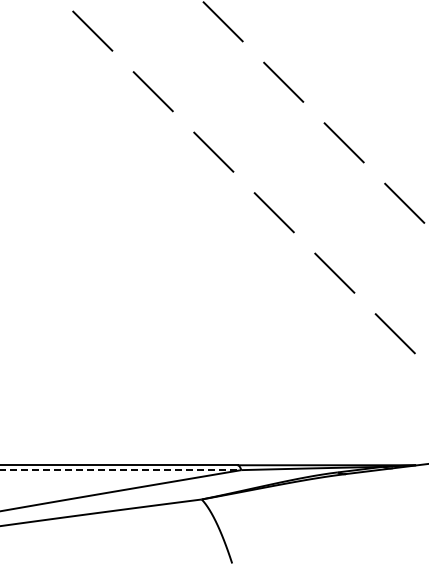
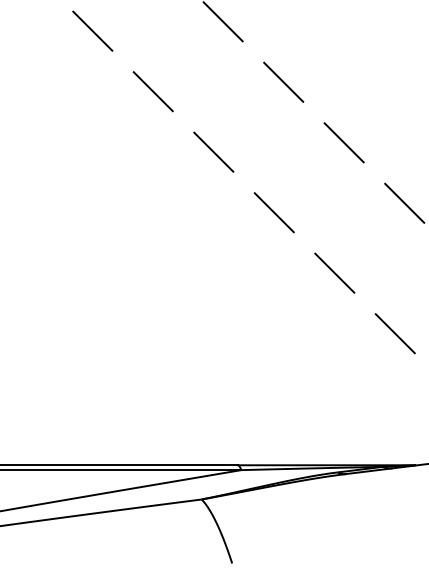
line at (121, 470): dashed -> solid
